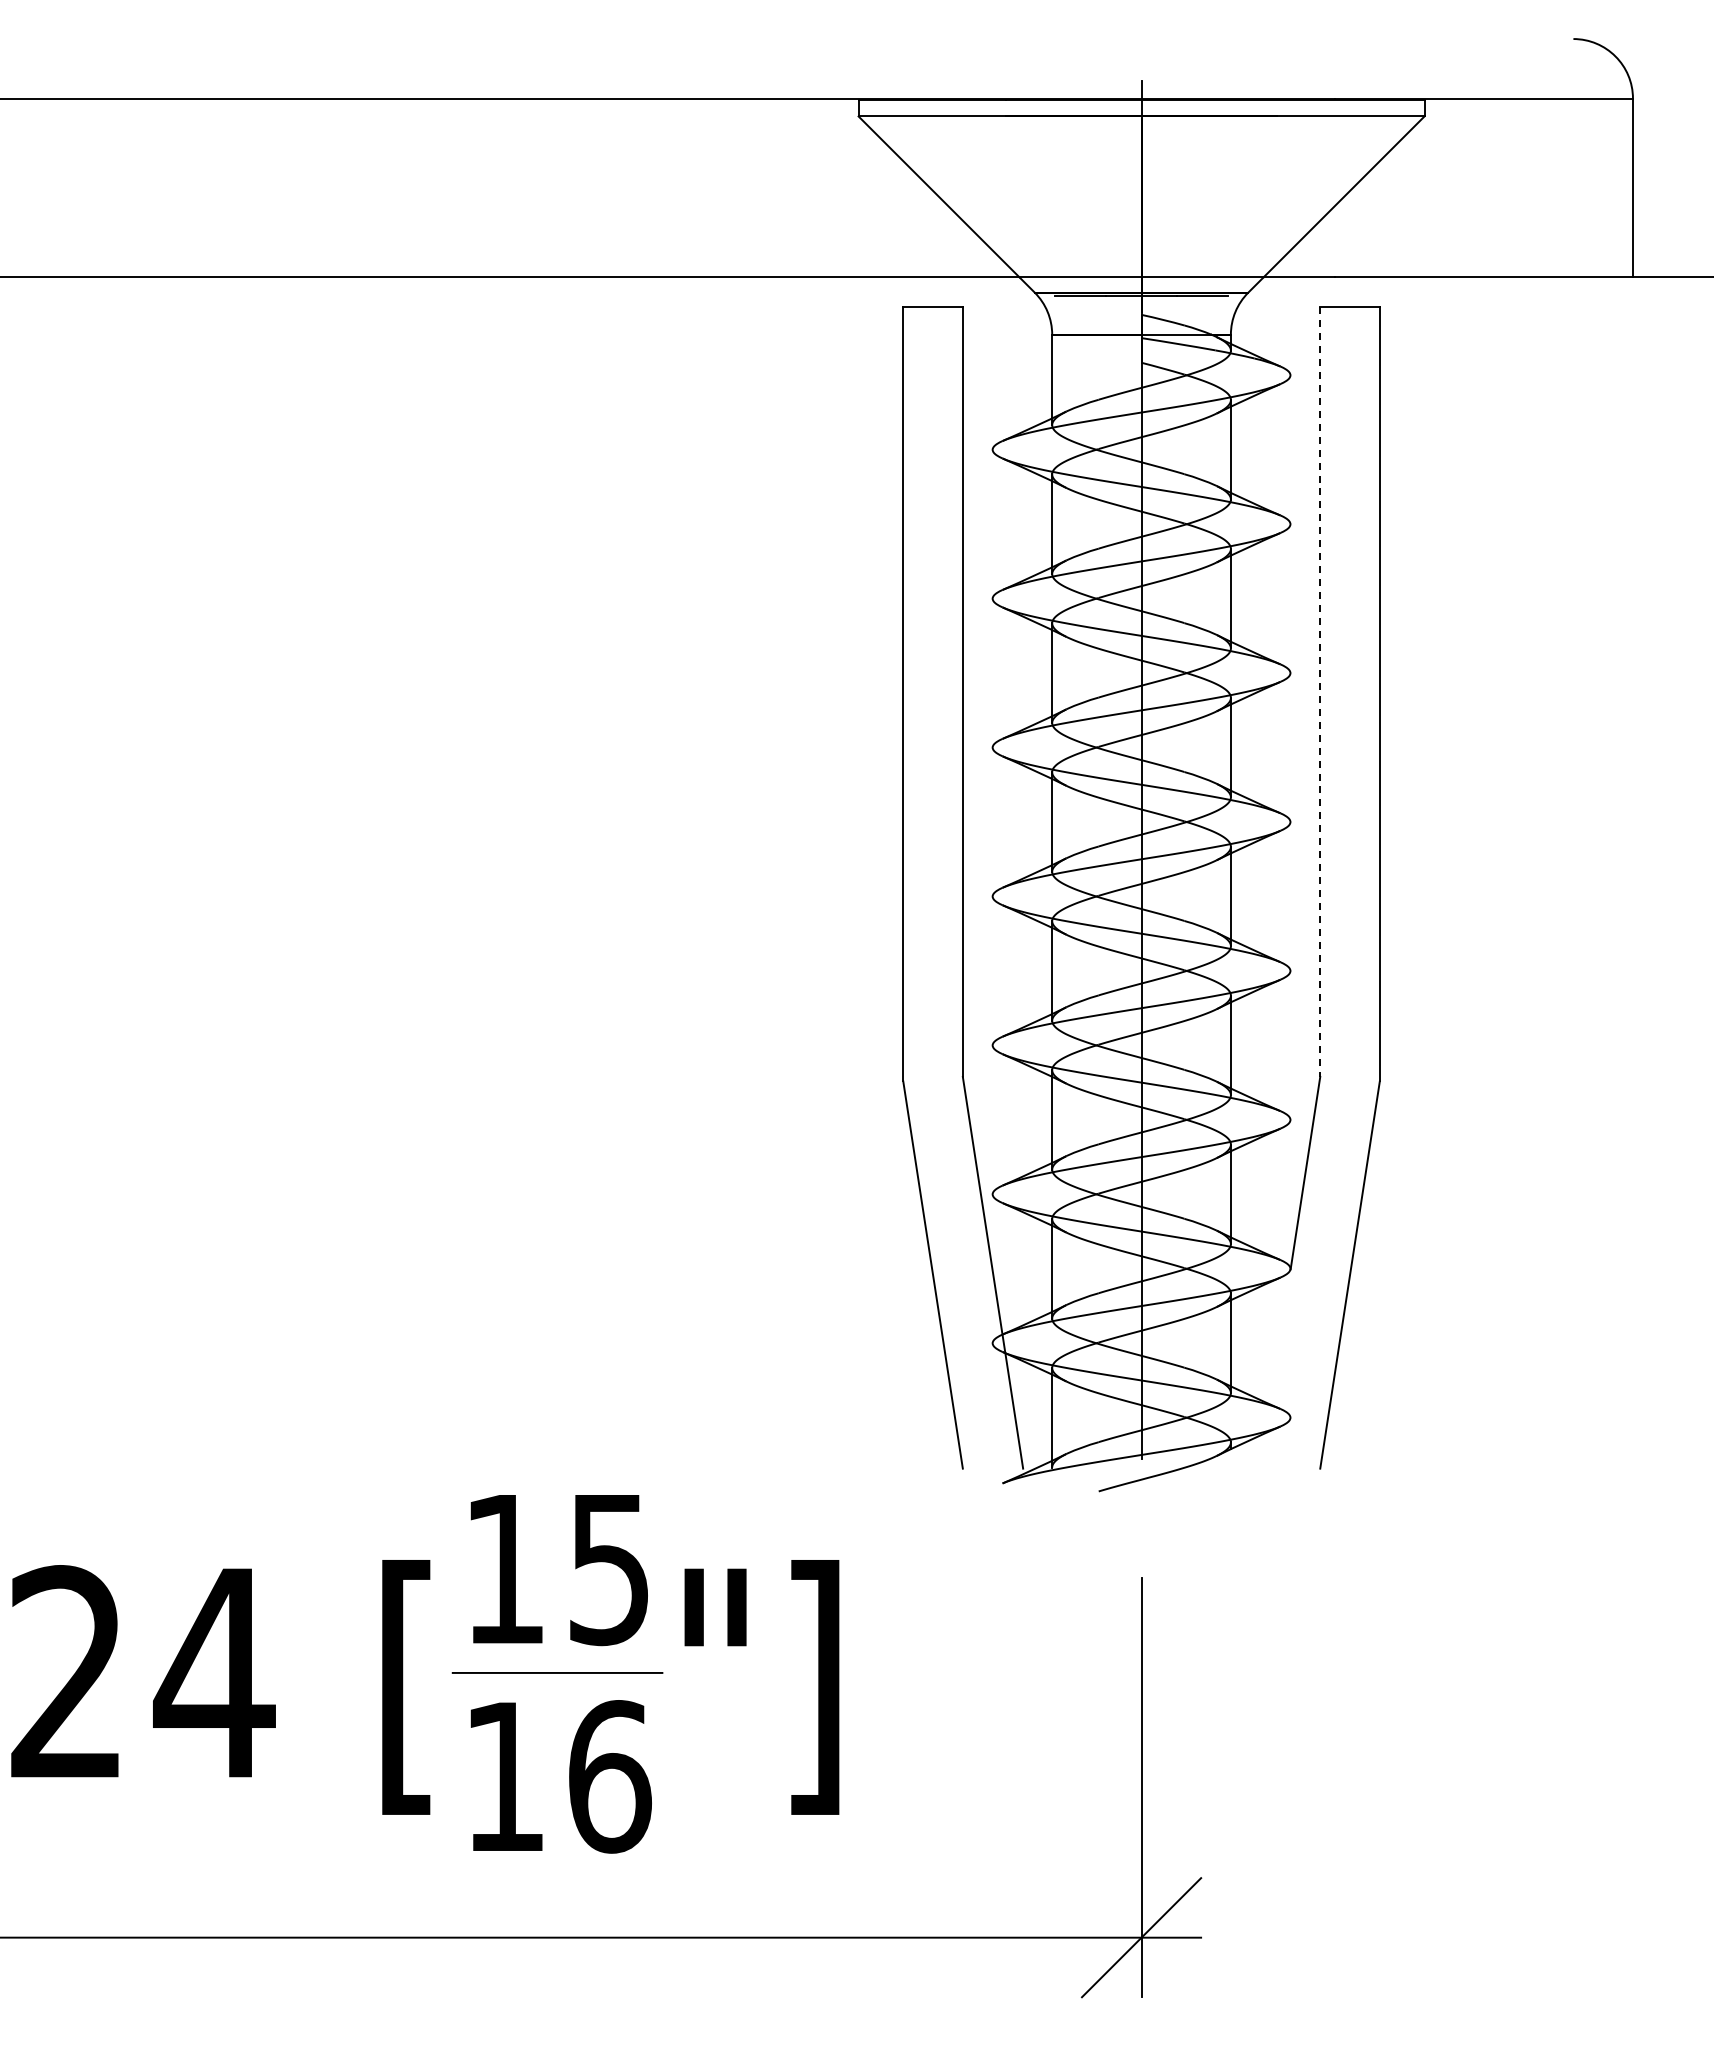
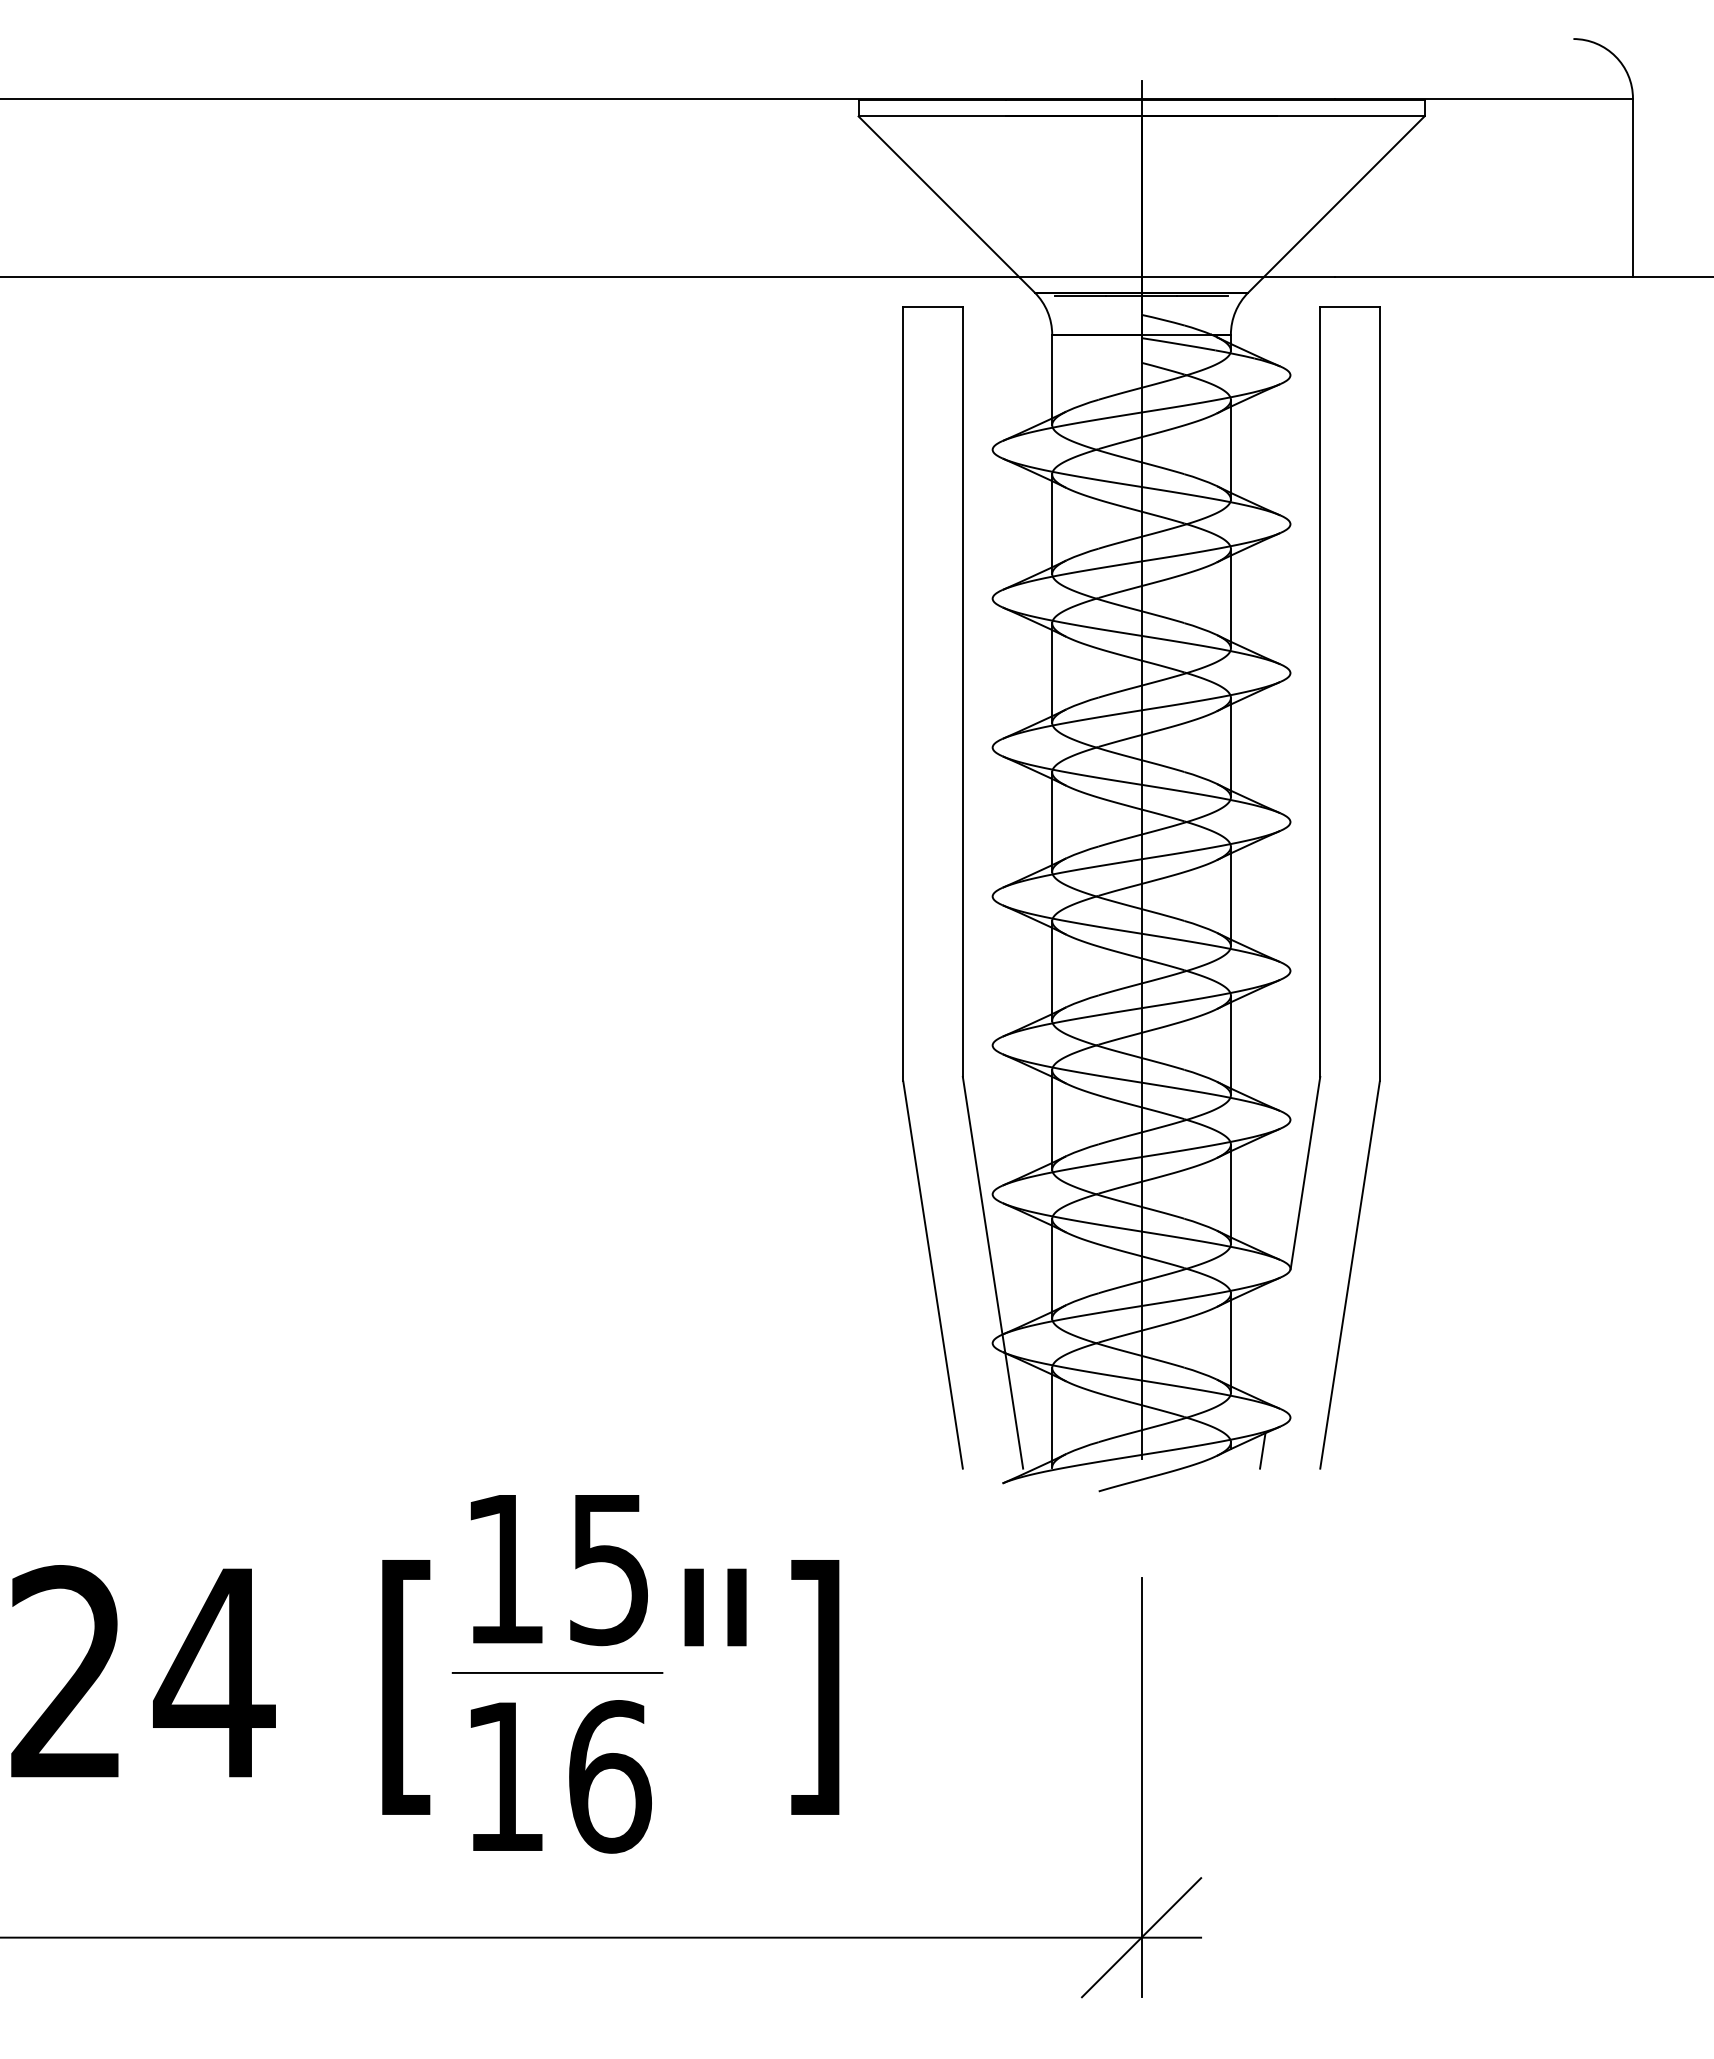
line at (1320, 692): dashed -> solid
line at (1262, 1450): none -> present
